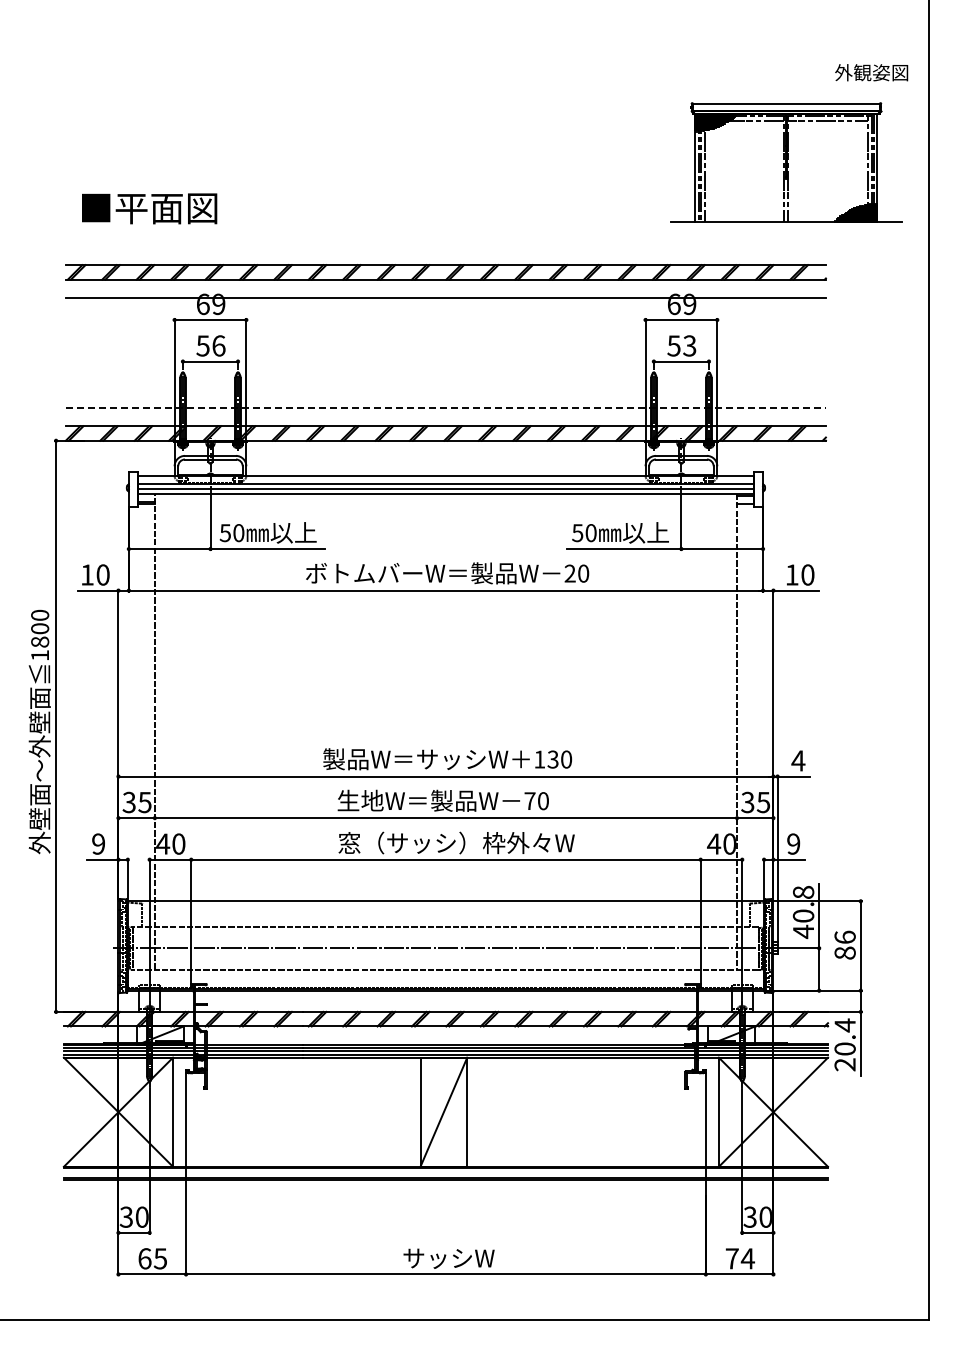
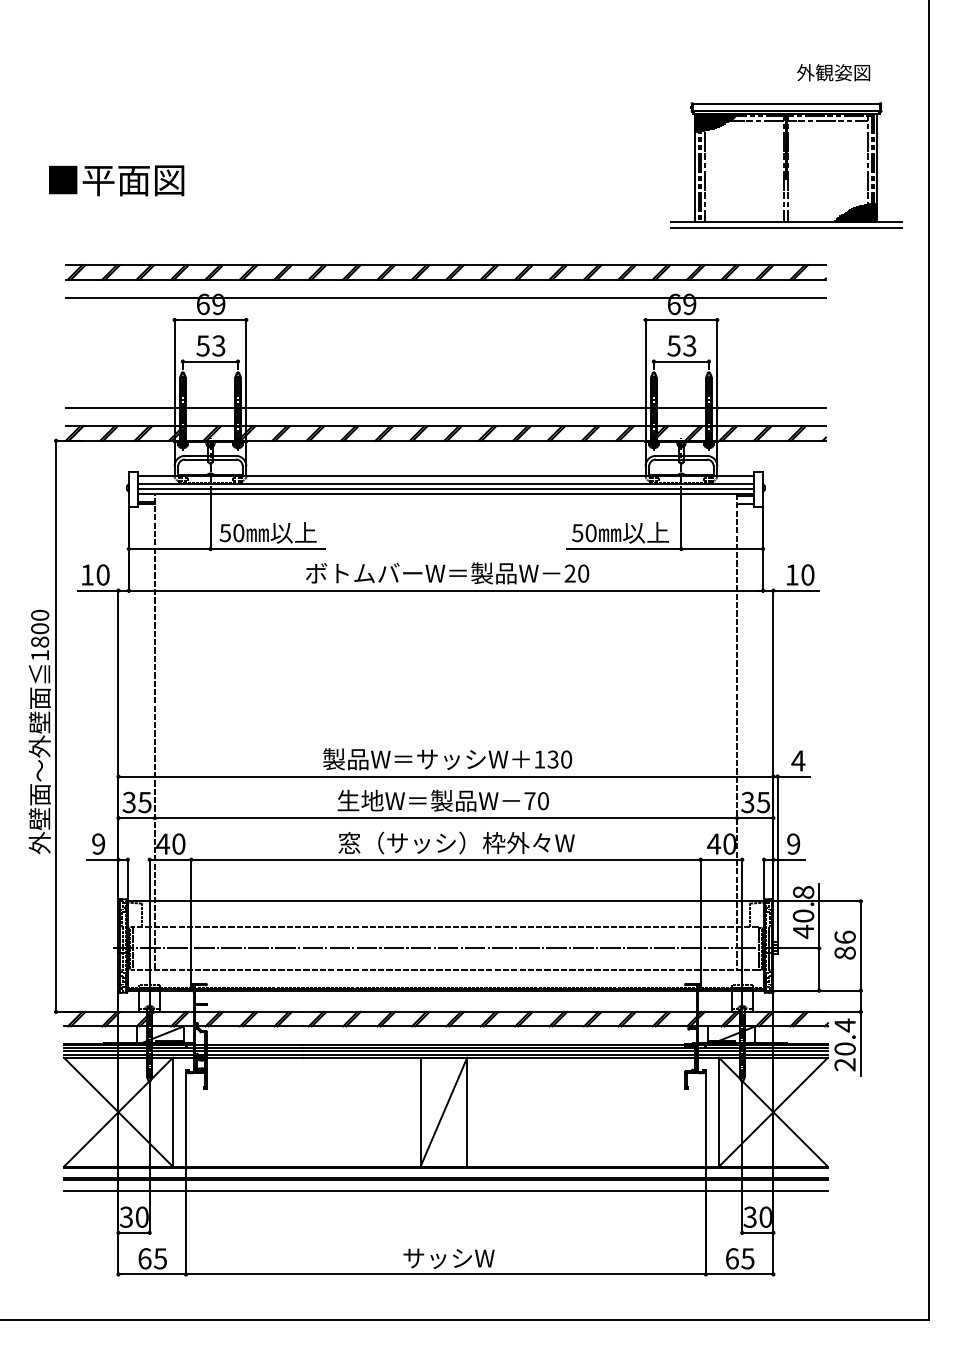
text at (871, 72) position: (871, 72) -> (833, 72)
text at (149, 208) position: (149, 208) -> (116, 180)
line at (786, 228): none -> present
text at (218, 345): 56 -> 53
line at (445, 407): dashed -> solid
line at (445, 1191): none -> present
text at (740, 1258): 74 -> 65
